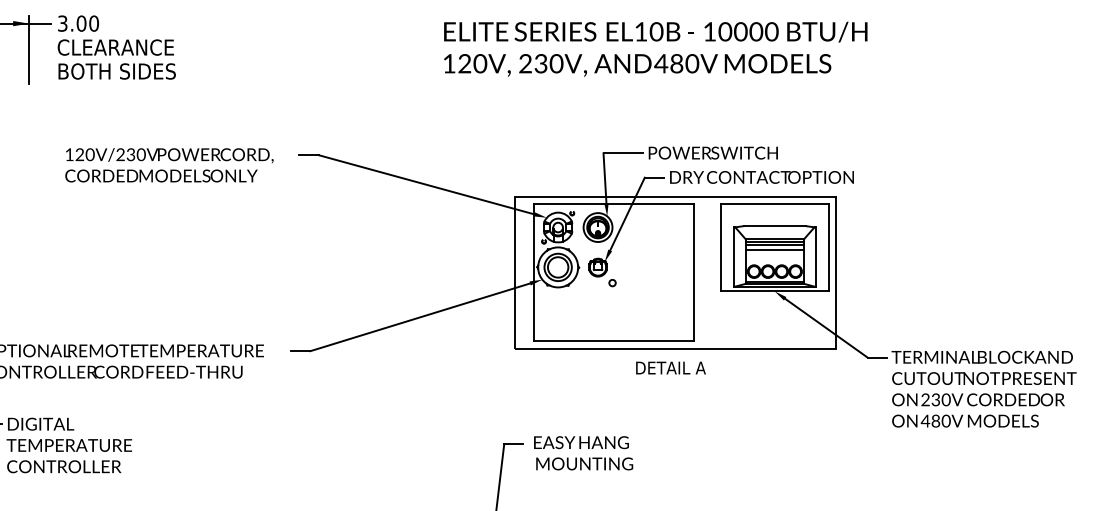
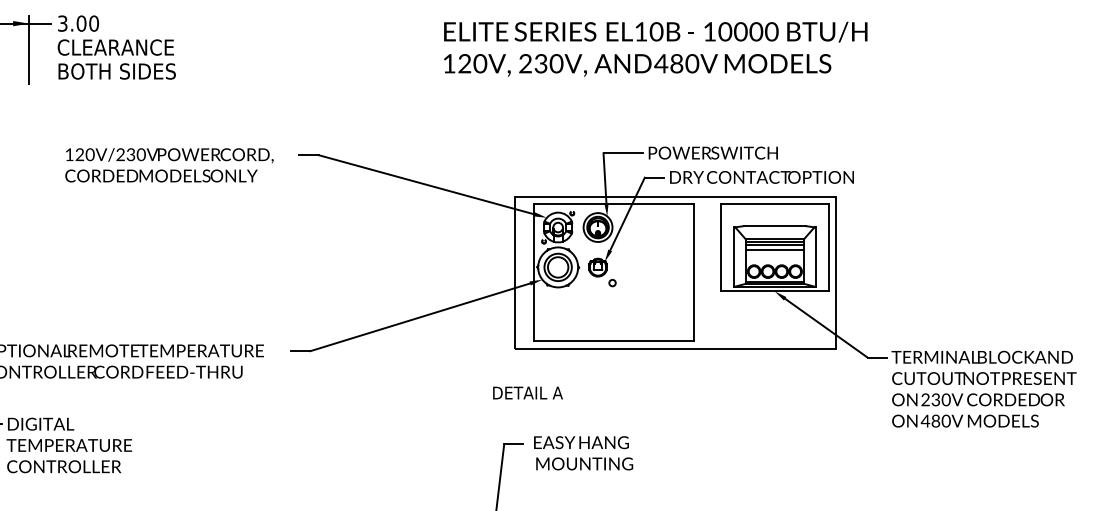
text at (670, 367) position: (670, 367) -> (527, 392)
